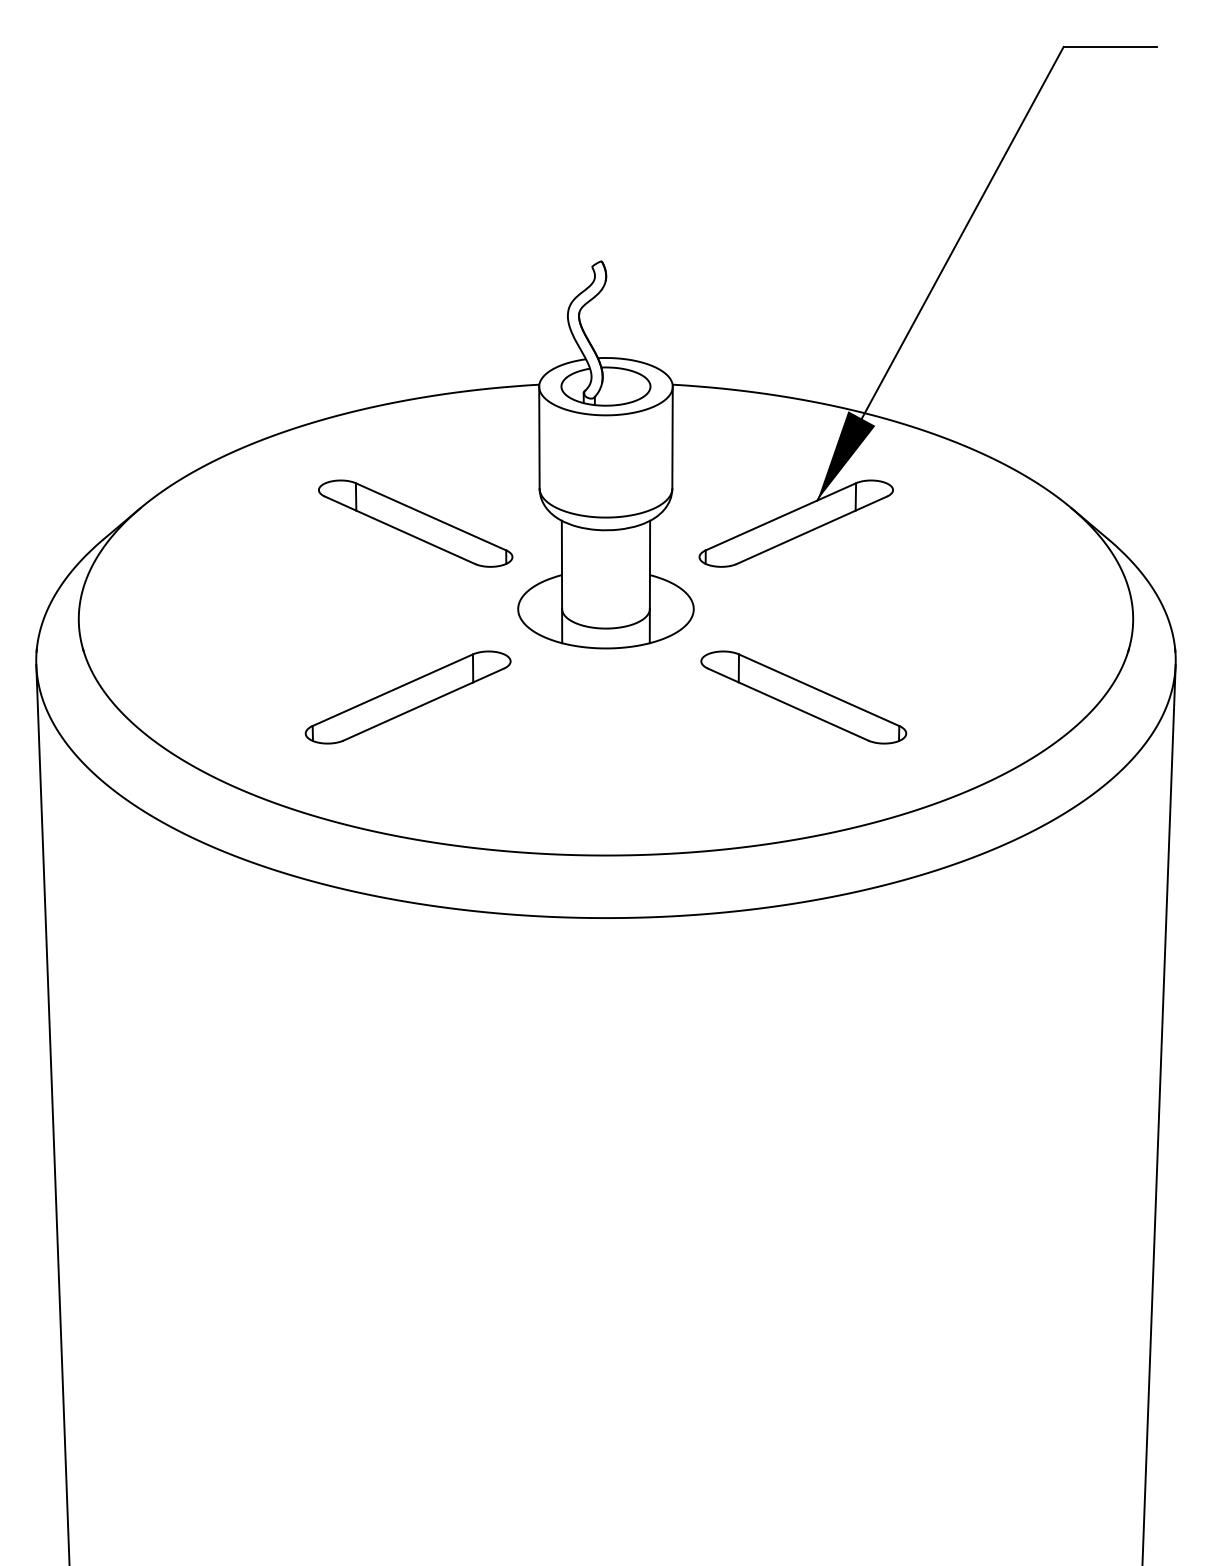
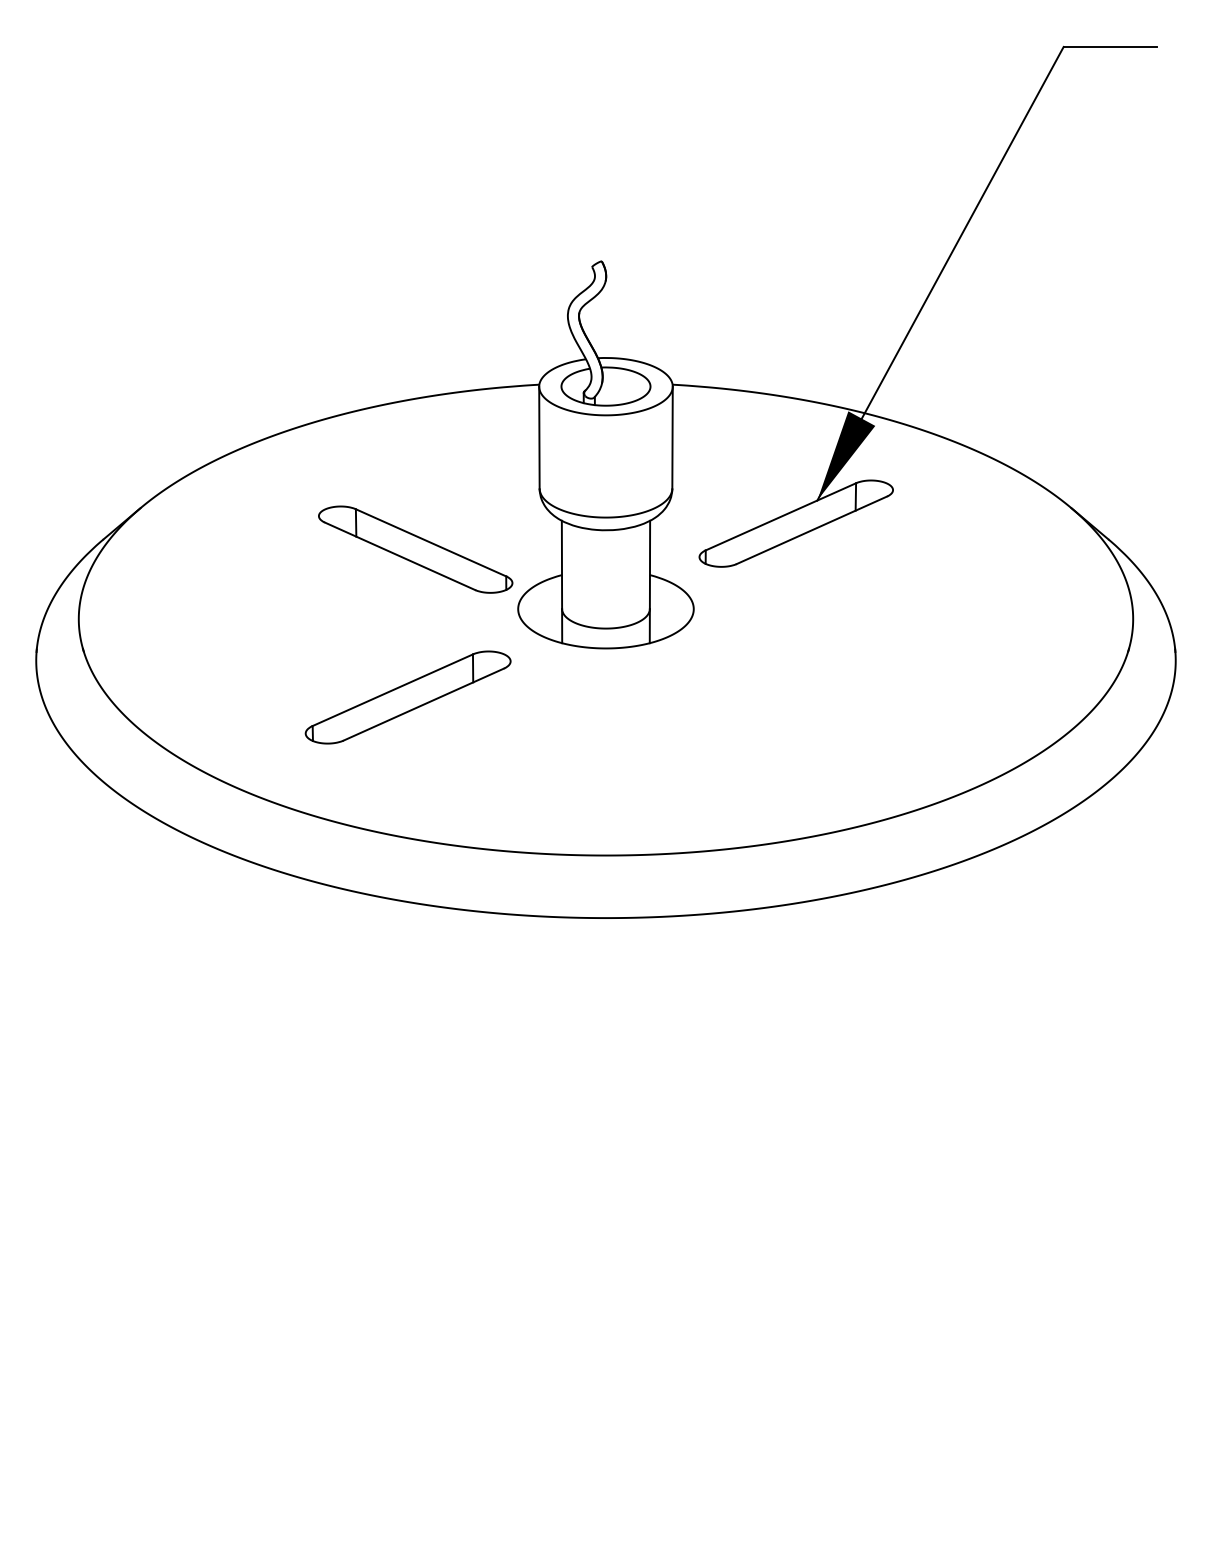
part at (415, 523) position: (415, 523) -> (415, 549)
part at (803, 697): present -> none
line at (52, 1113): present -> none
line at (1158, 1113): present -> none
